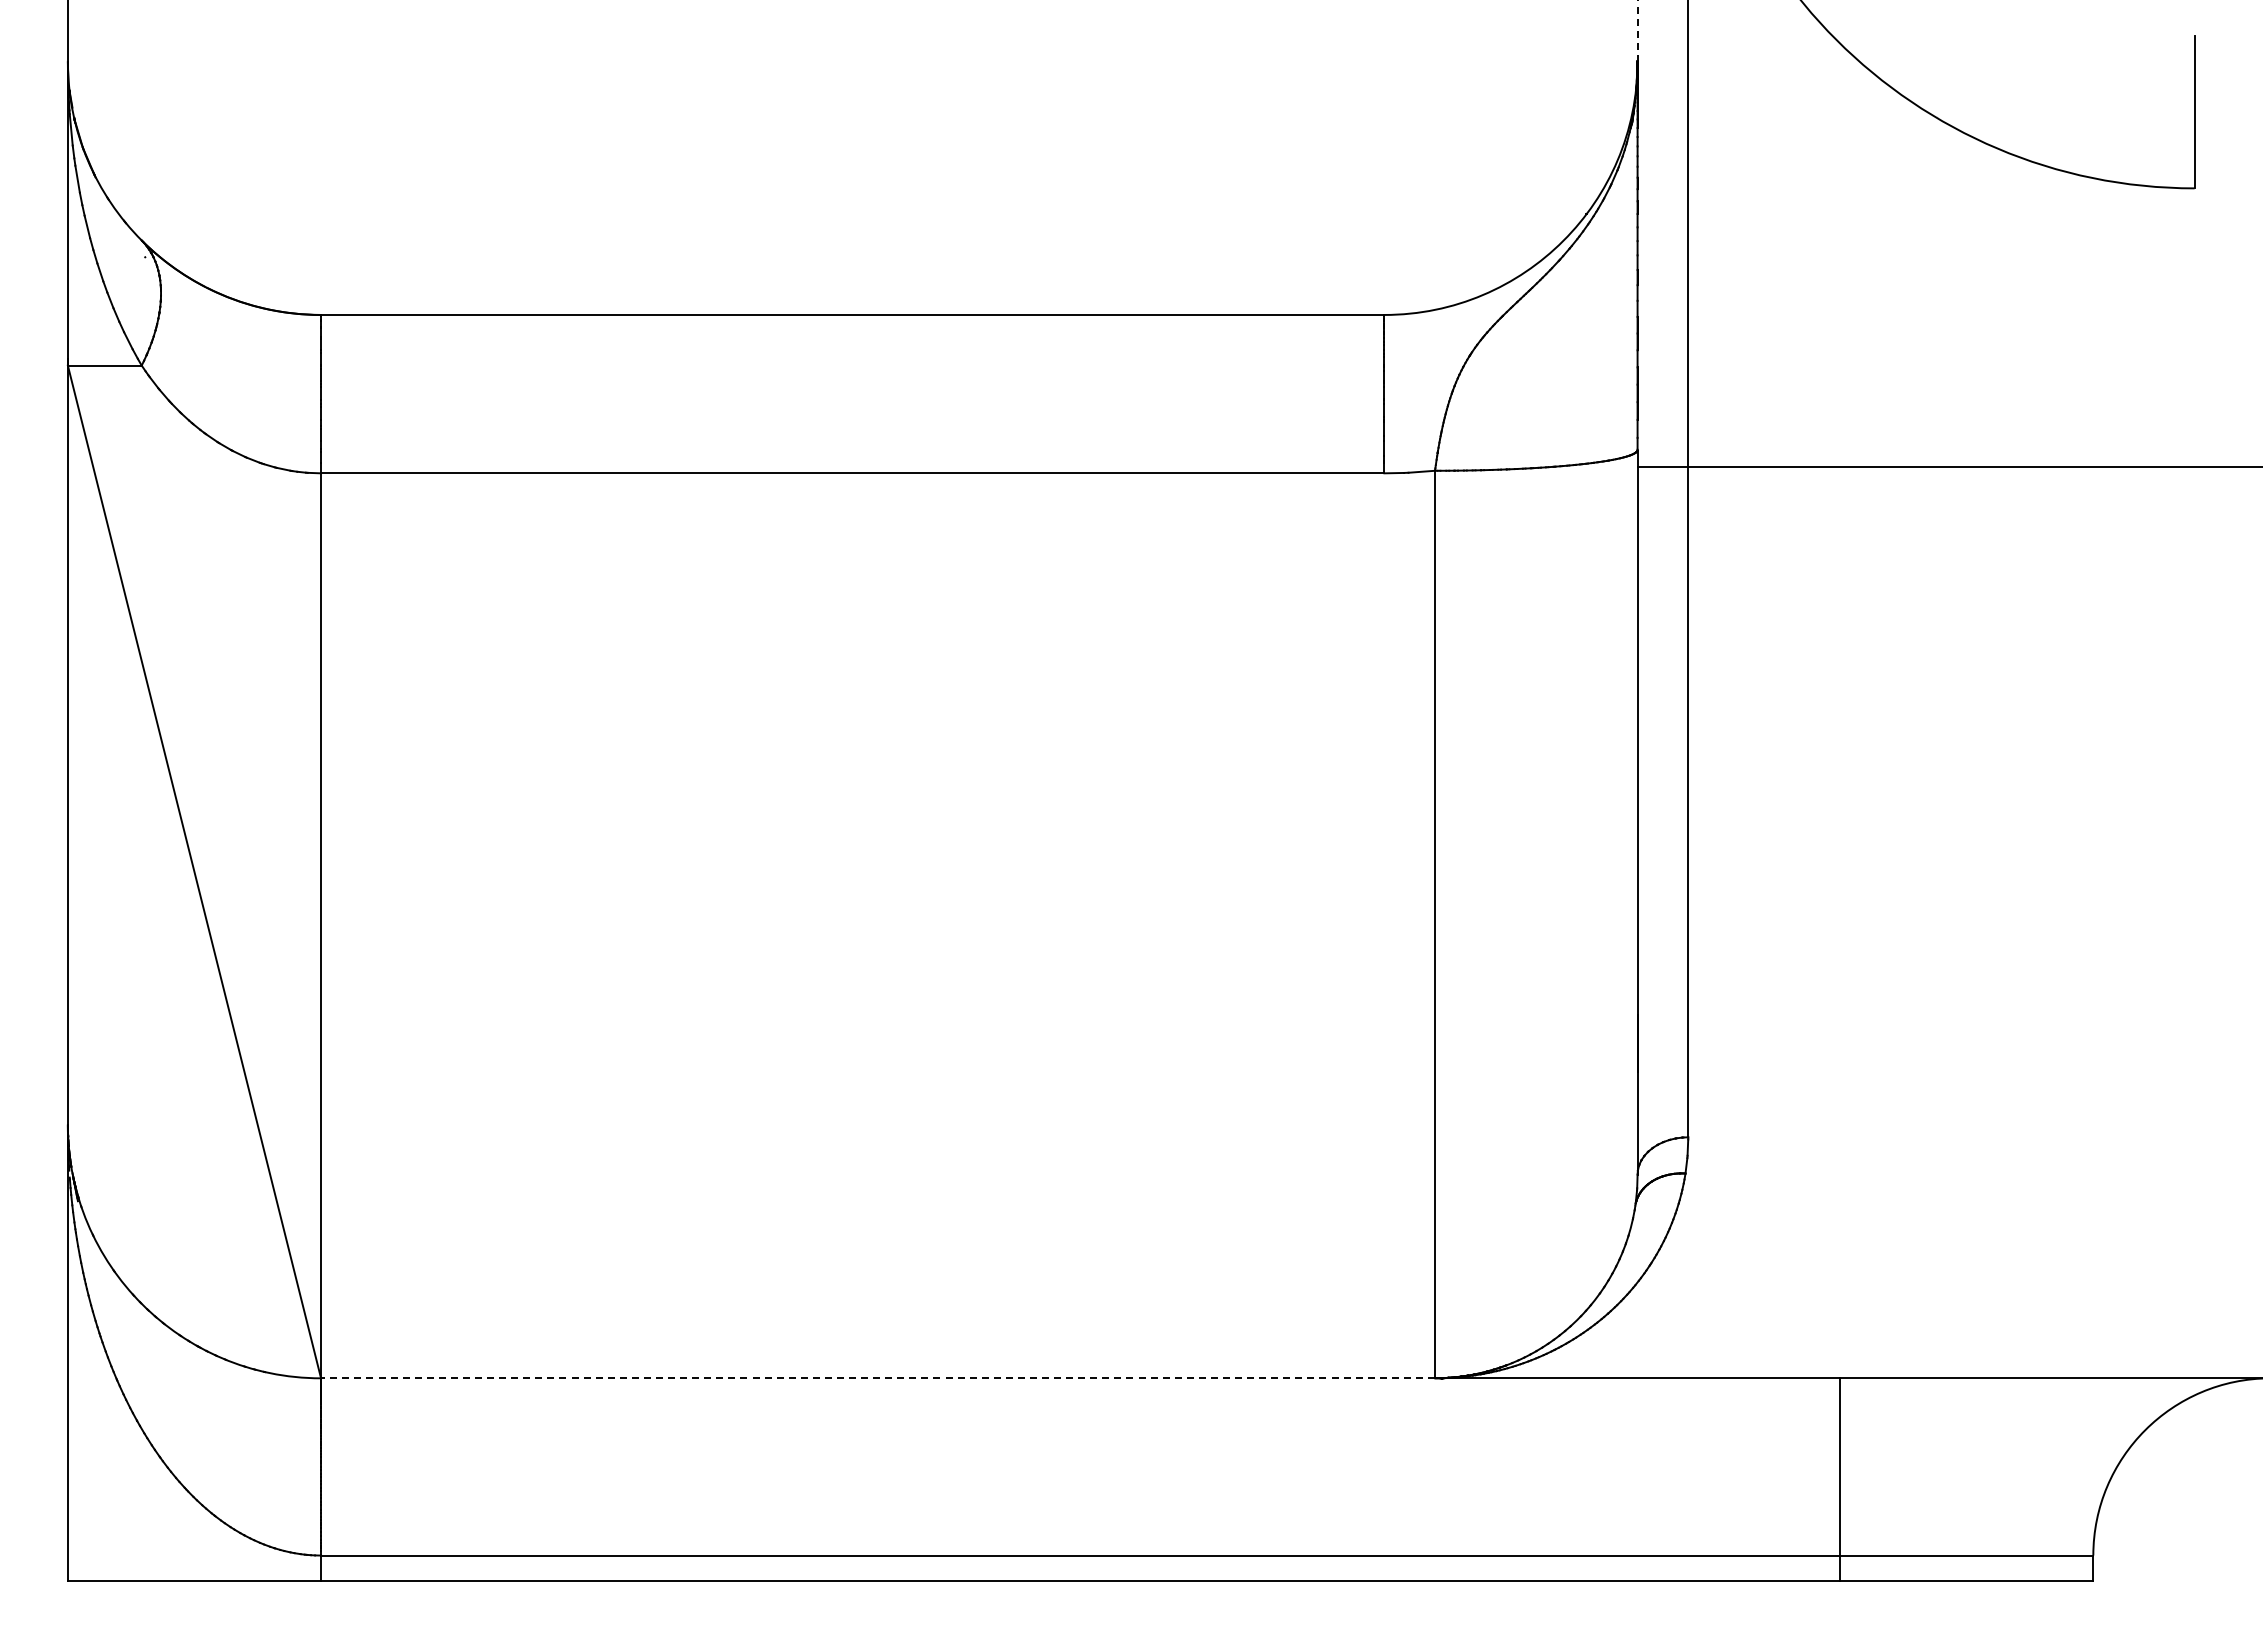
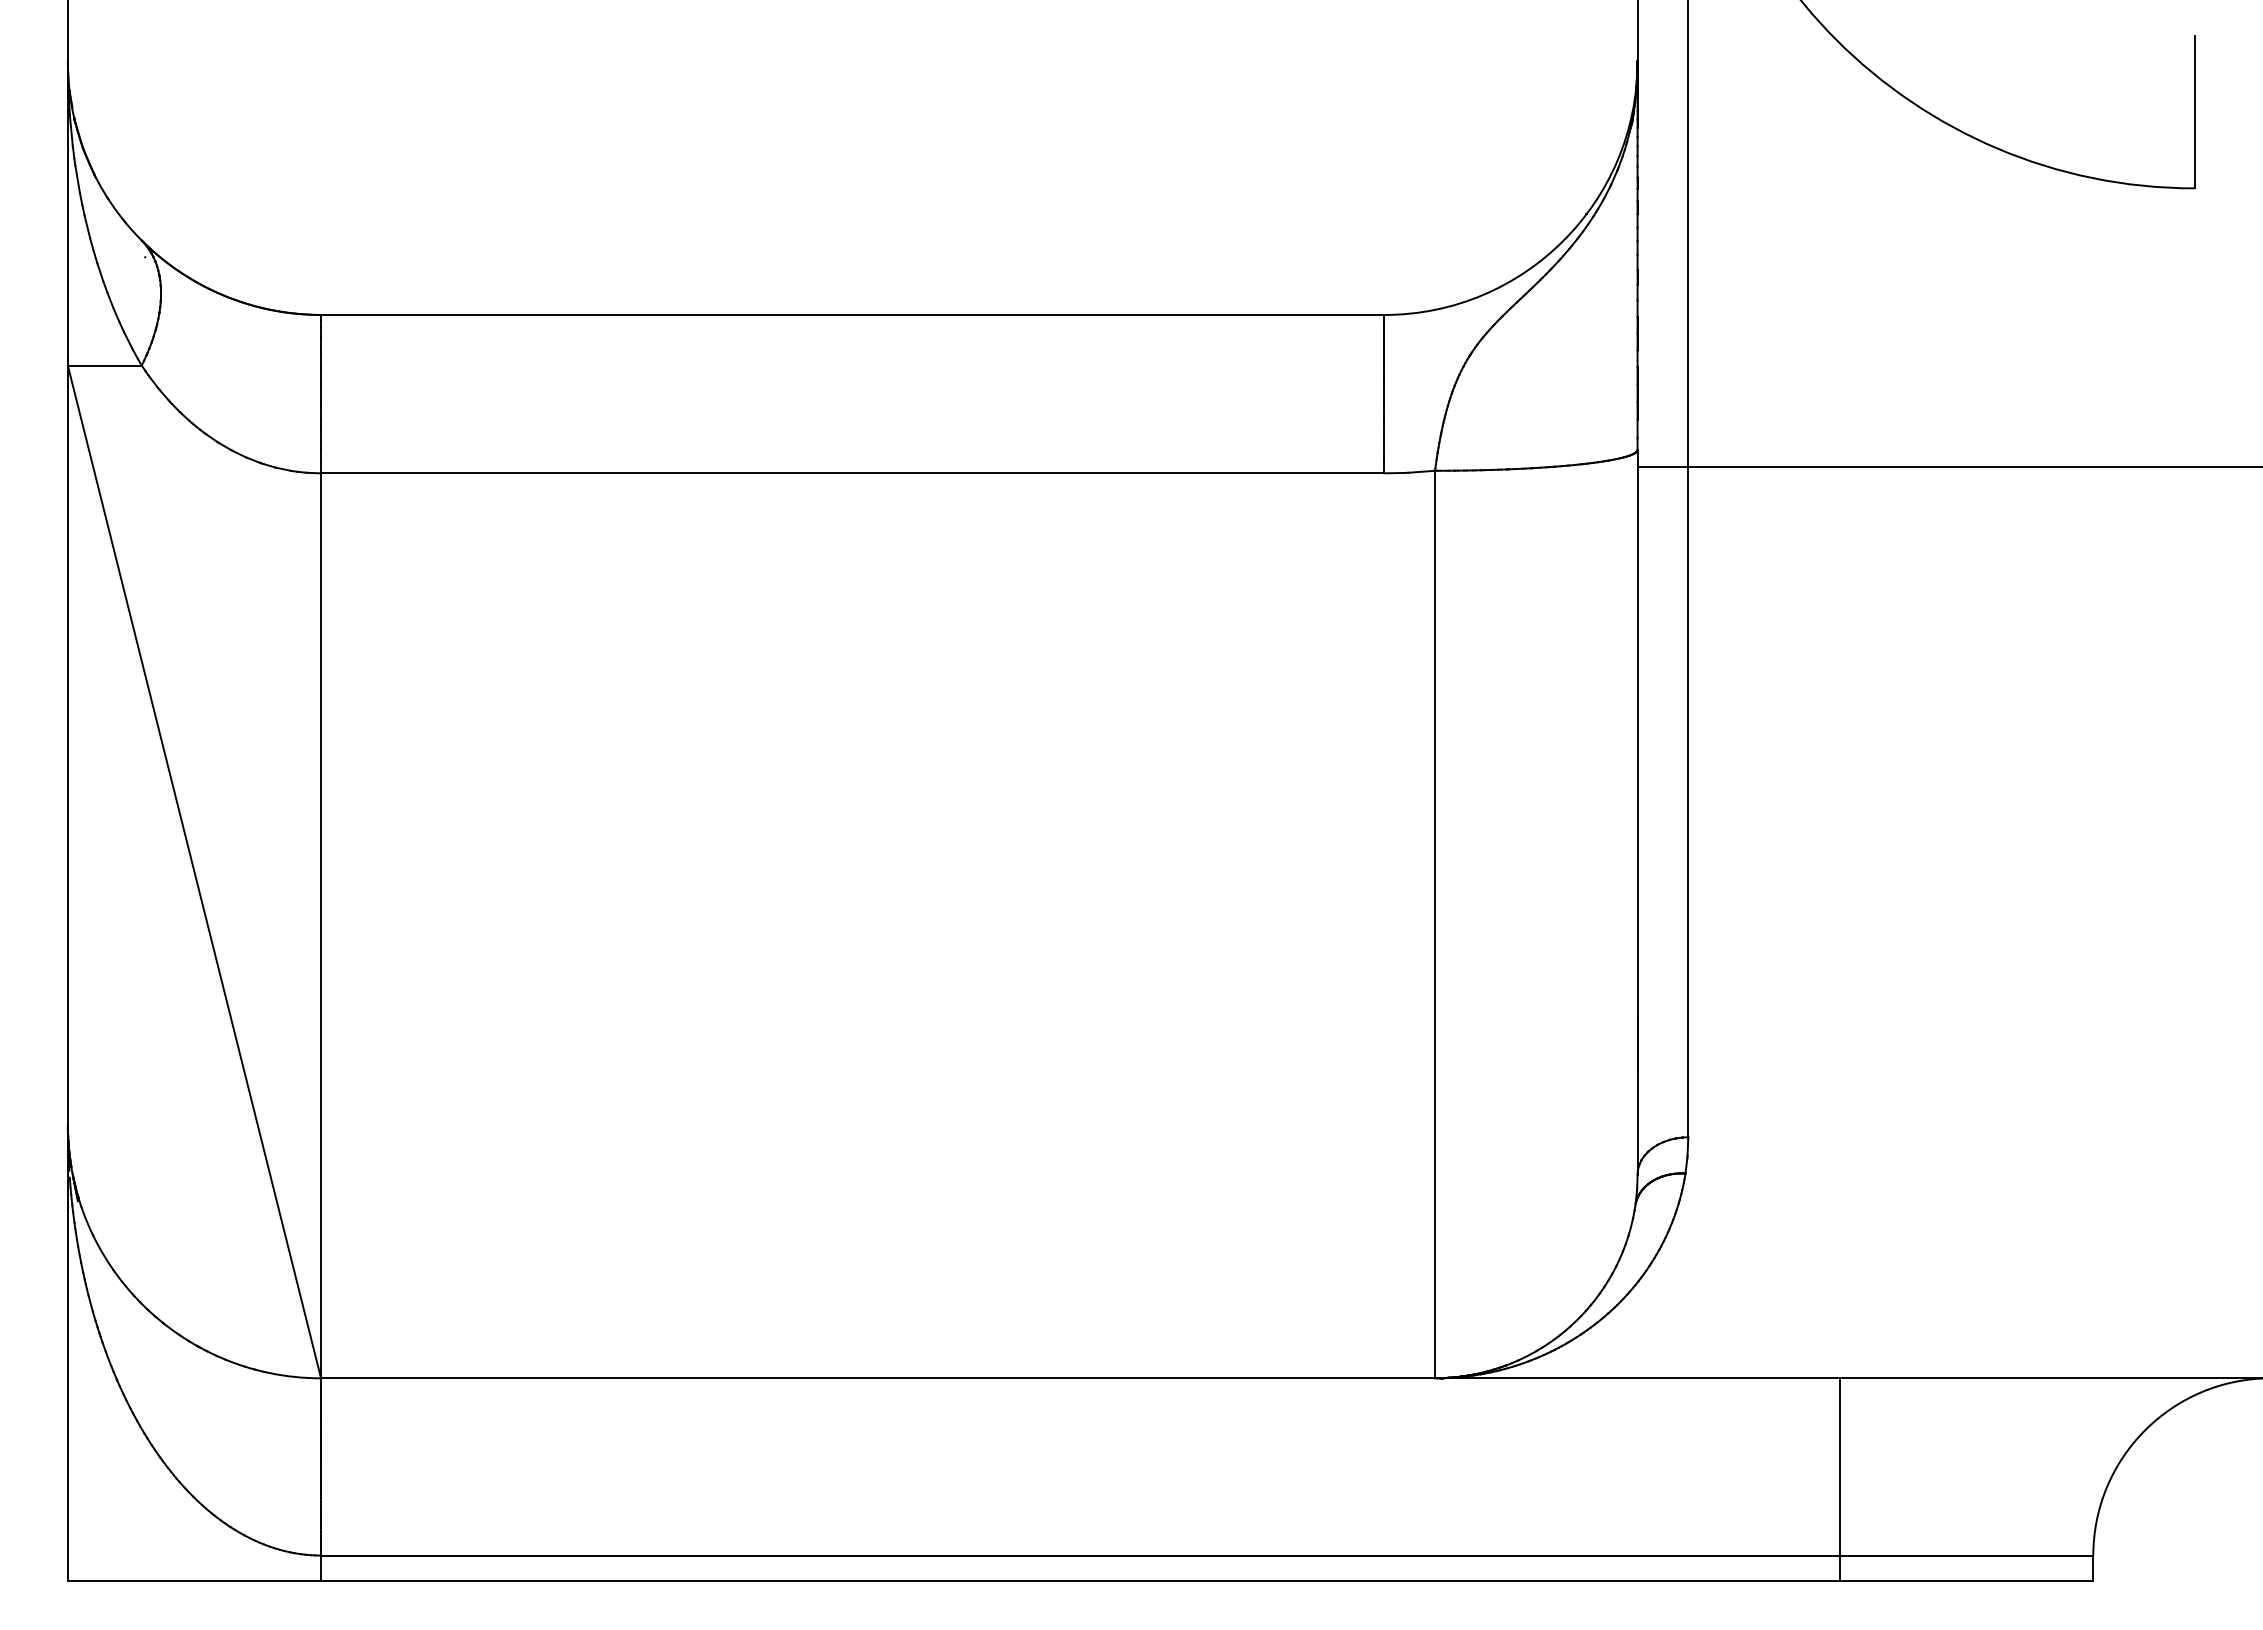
line at (1637, 30): dashed -> solid
line at (878, 1378): dashed -> solid
